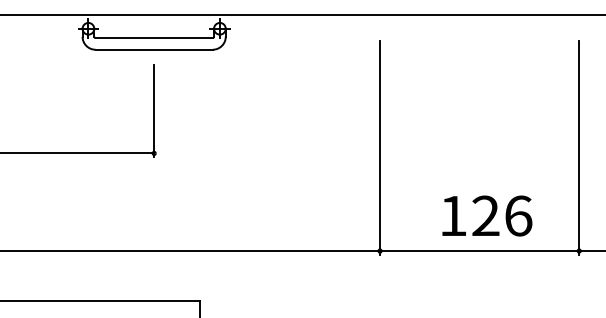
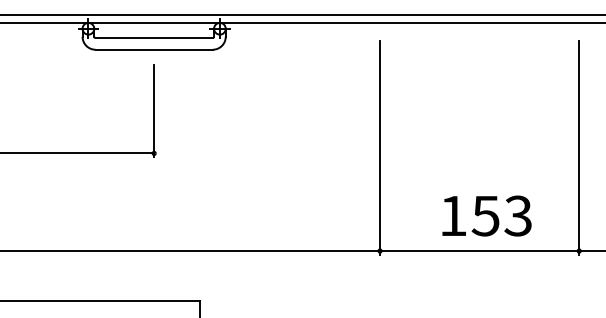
line at (302, 22): none -> present
text at (501, 215): 126 -> 153
